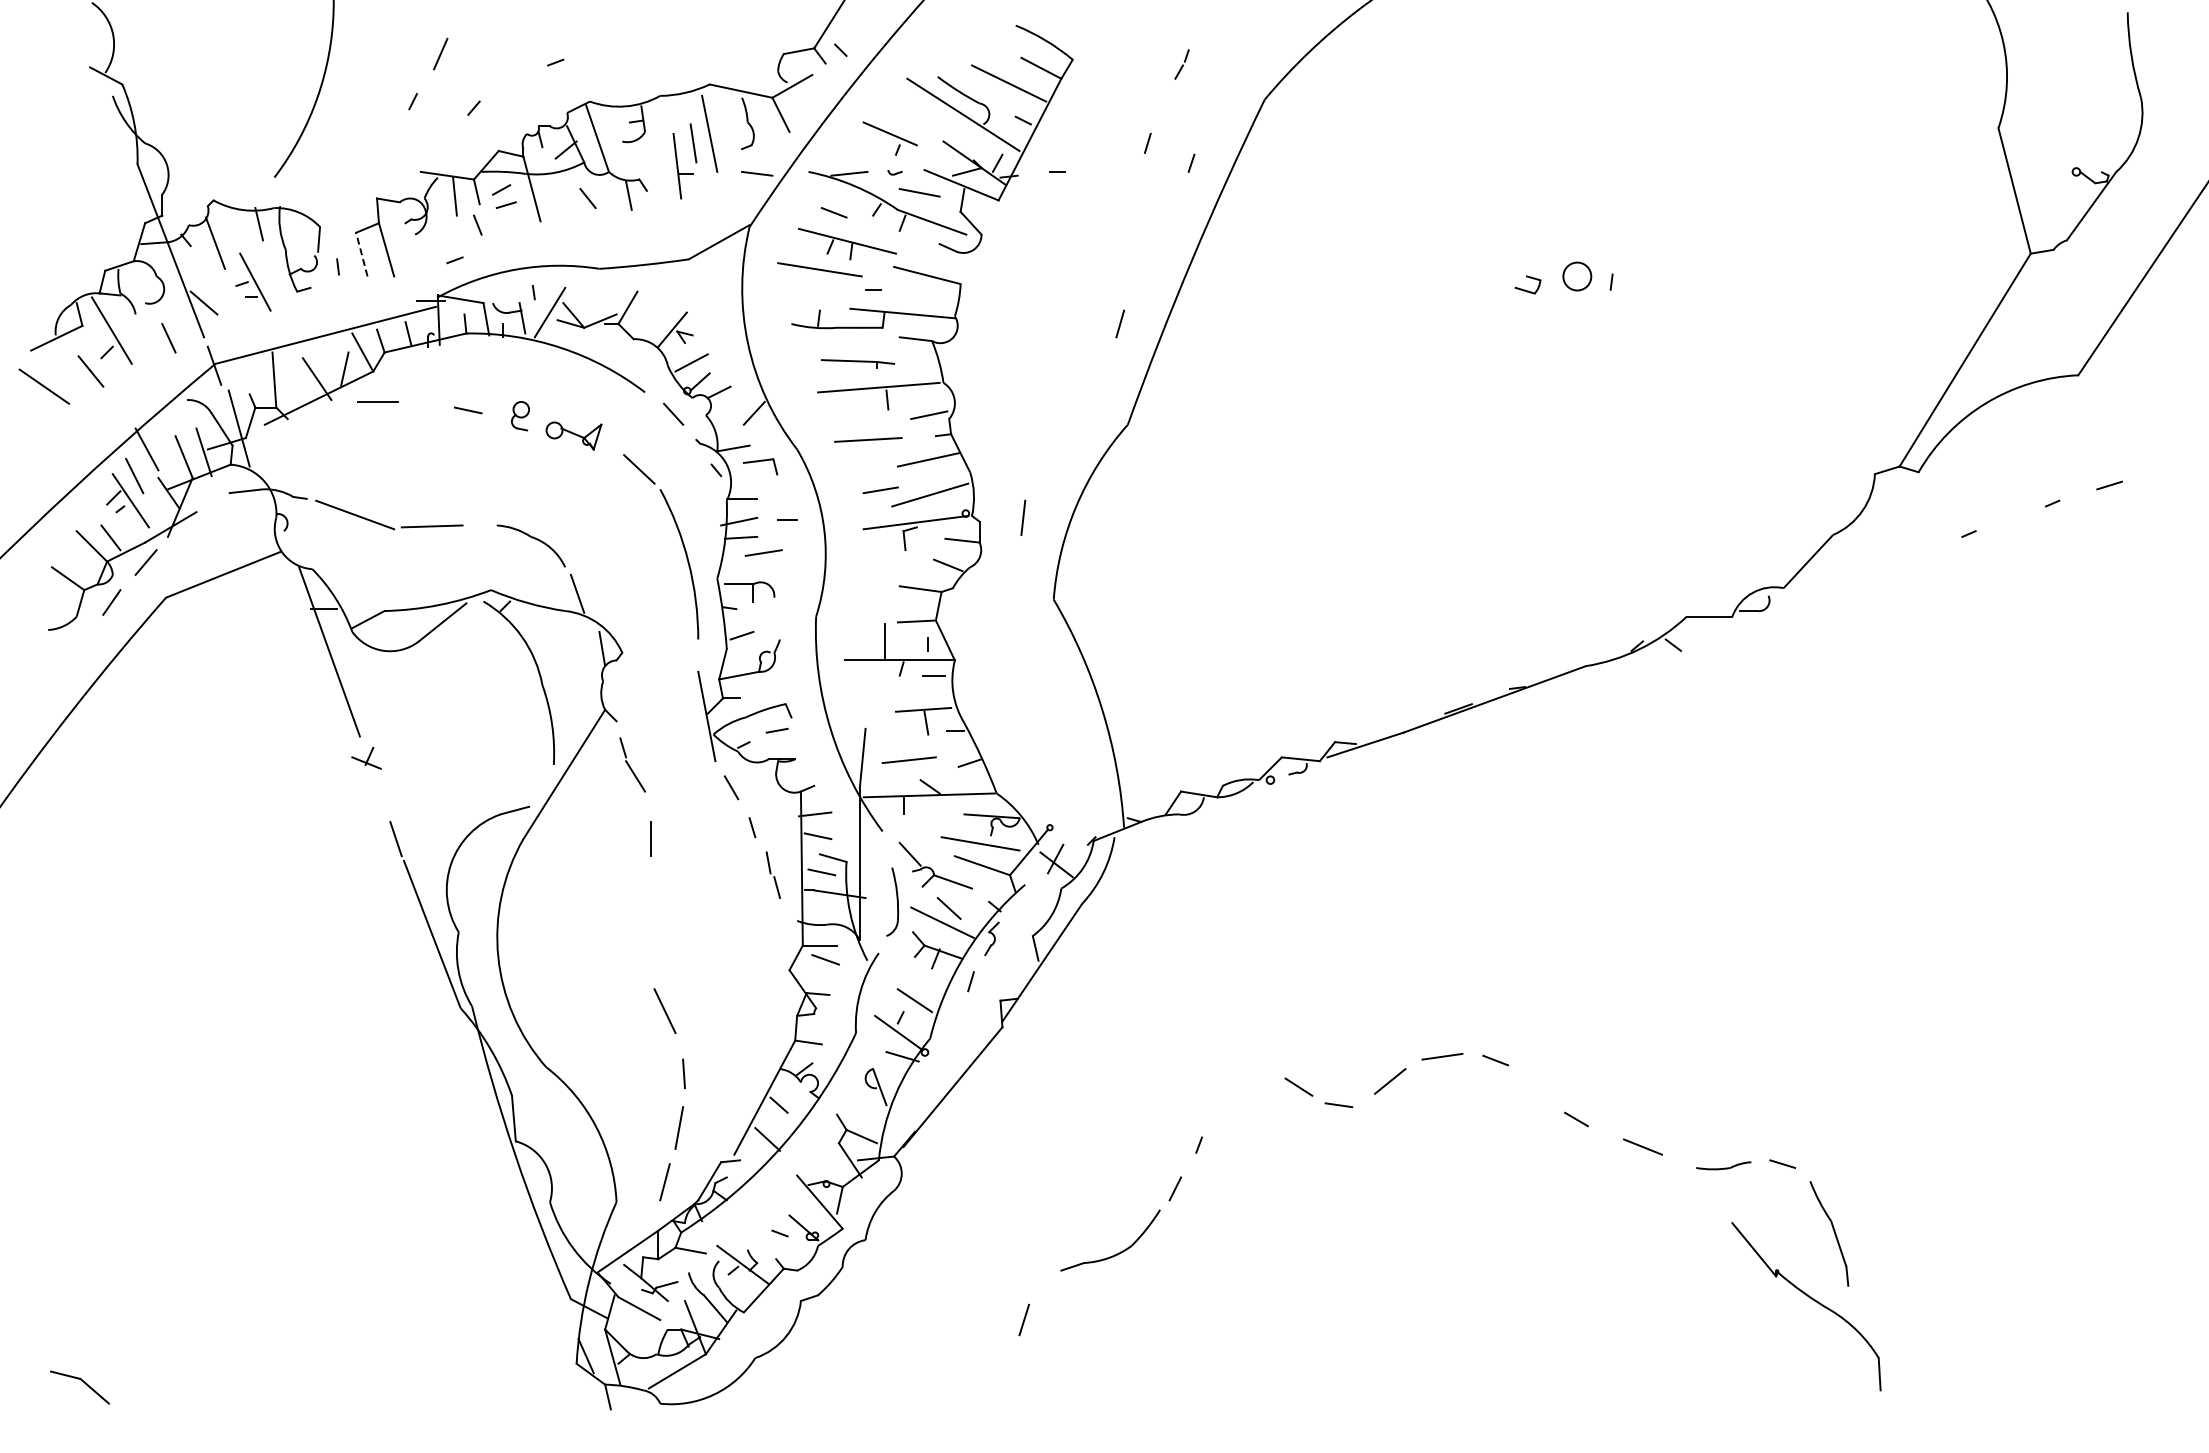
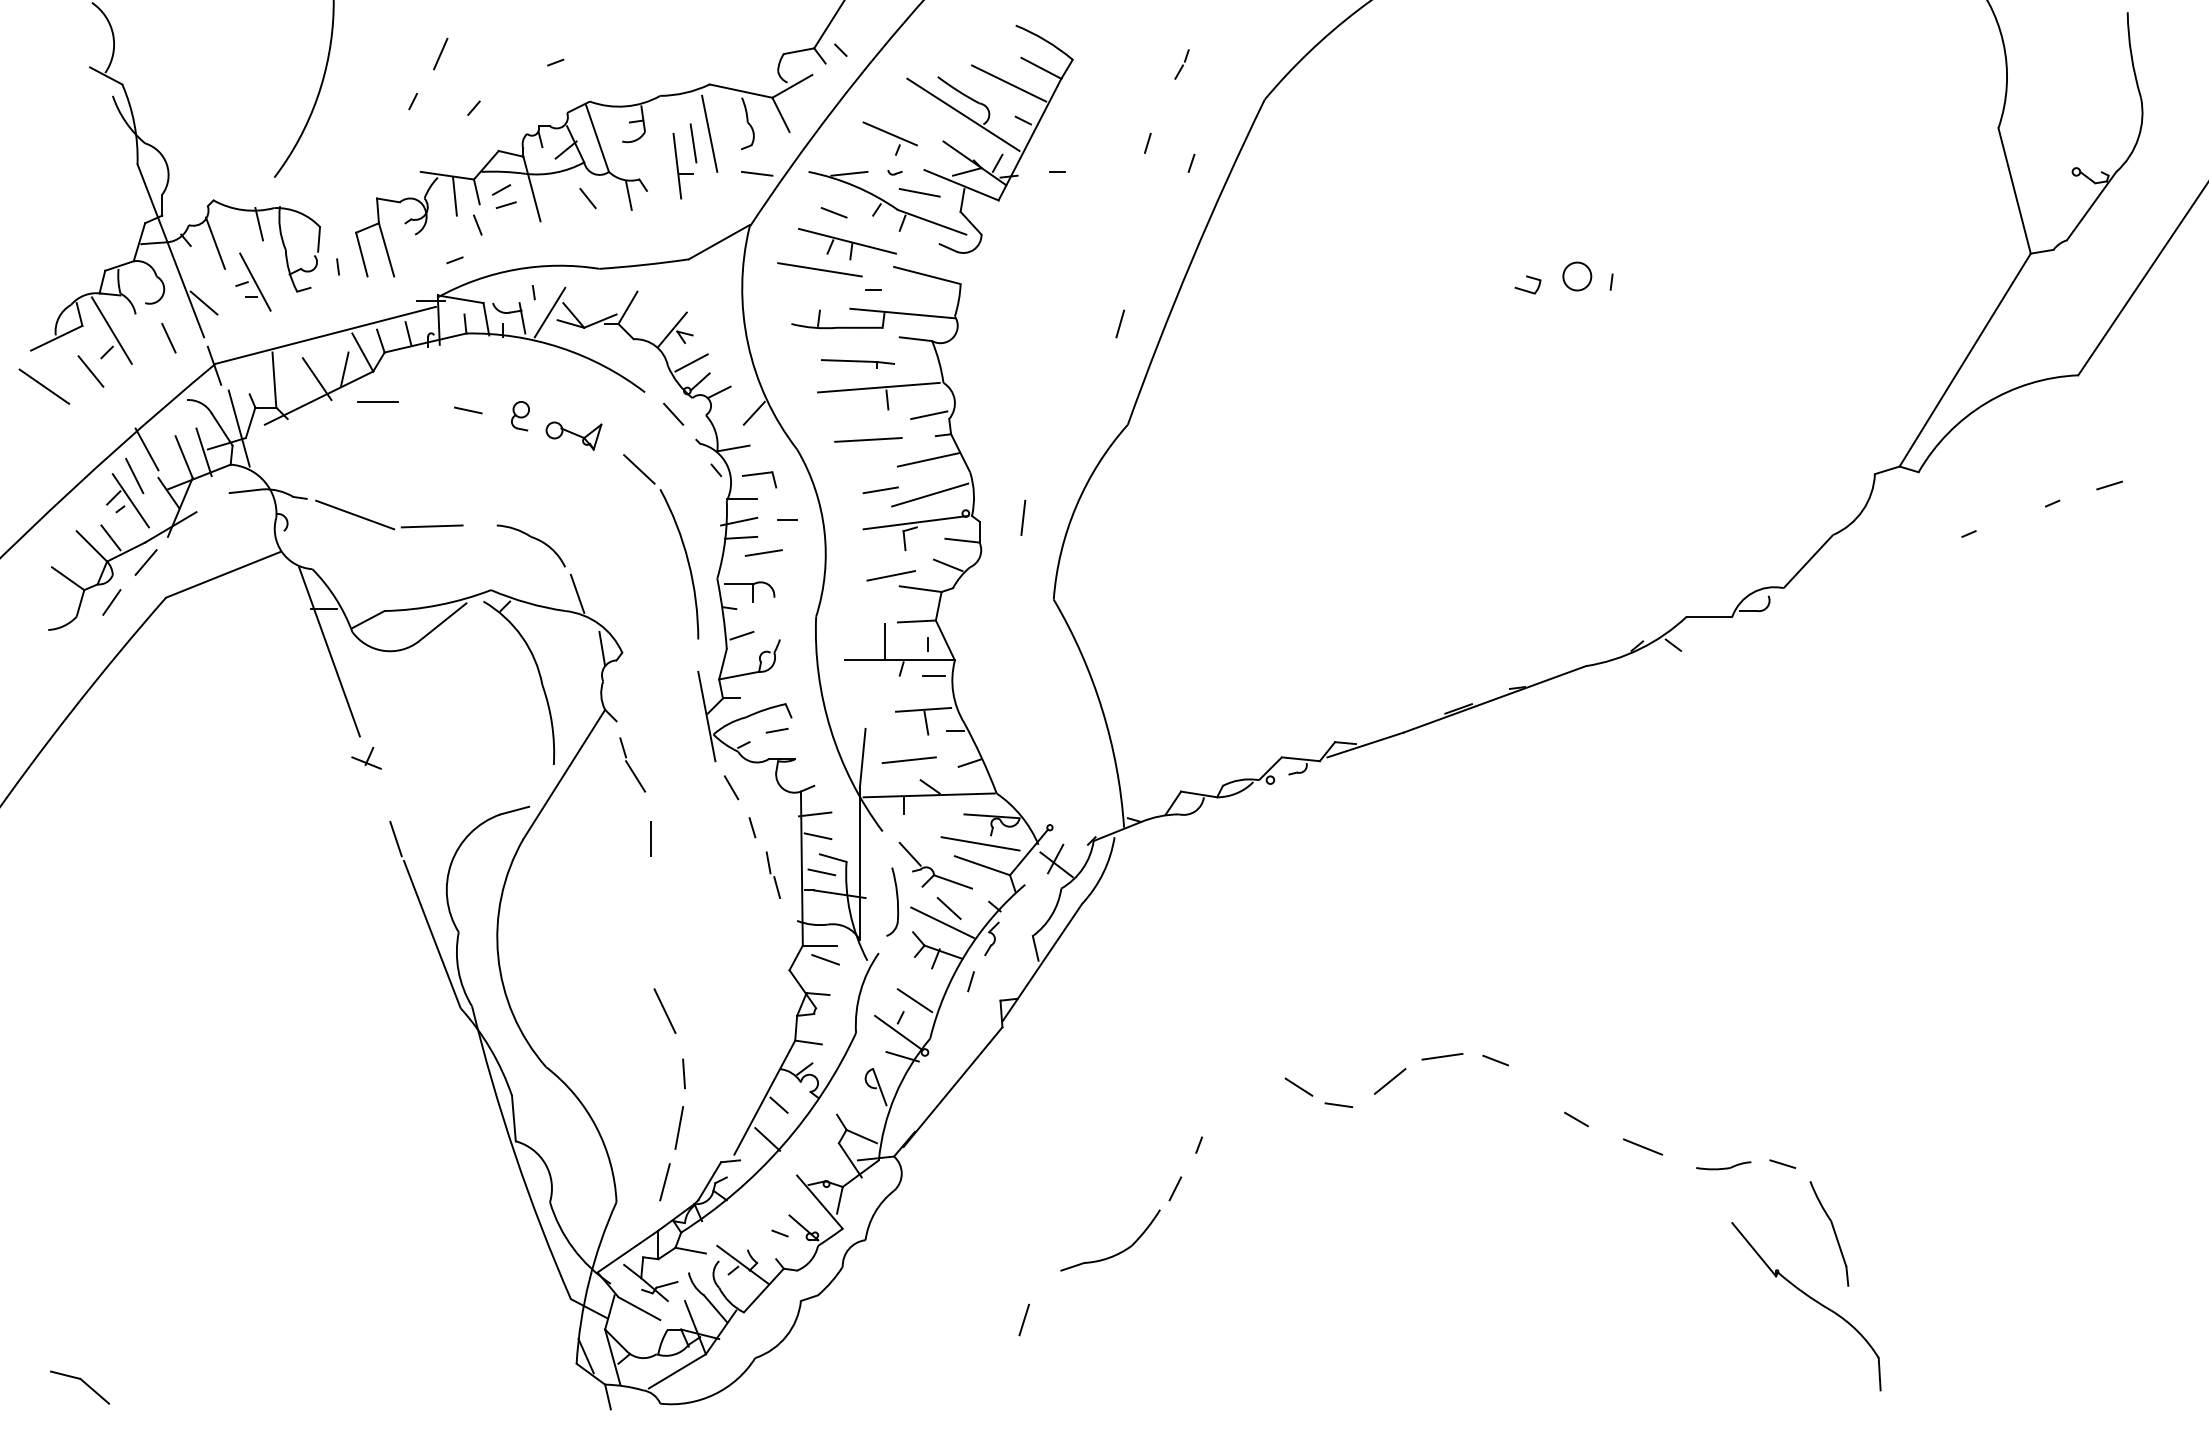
line at (361, 254): dashed -> solid
part at (760, 466) position: (760, 466) -> (759, 479)
line at (890, 575): none -> present
